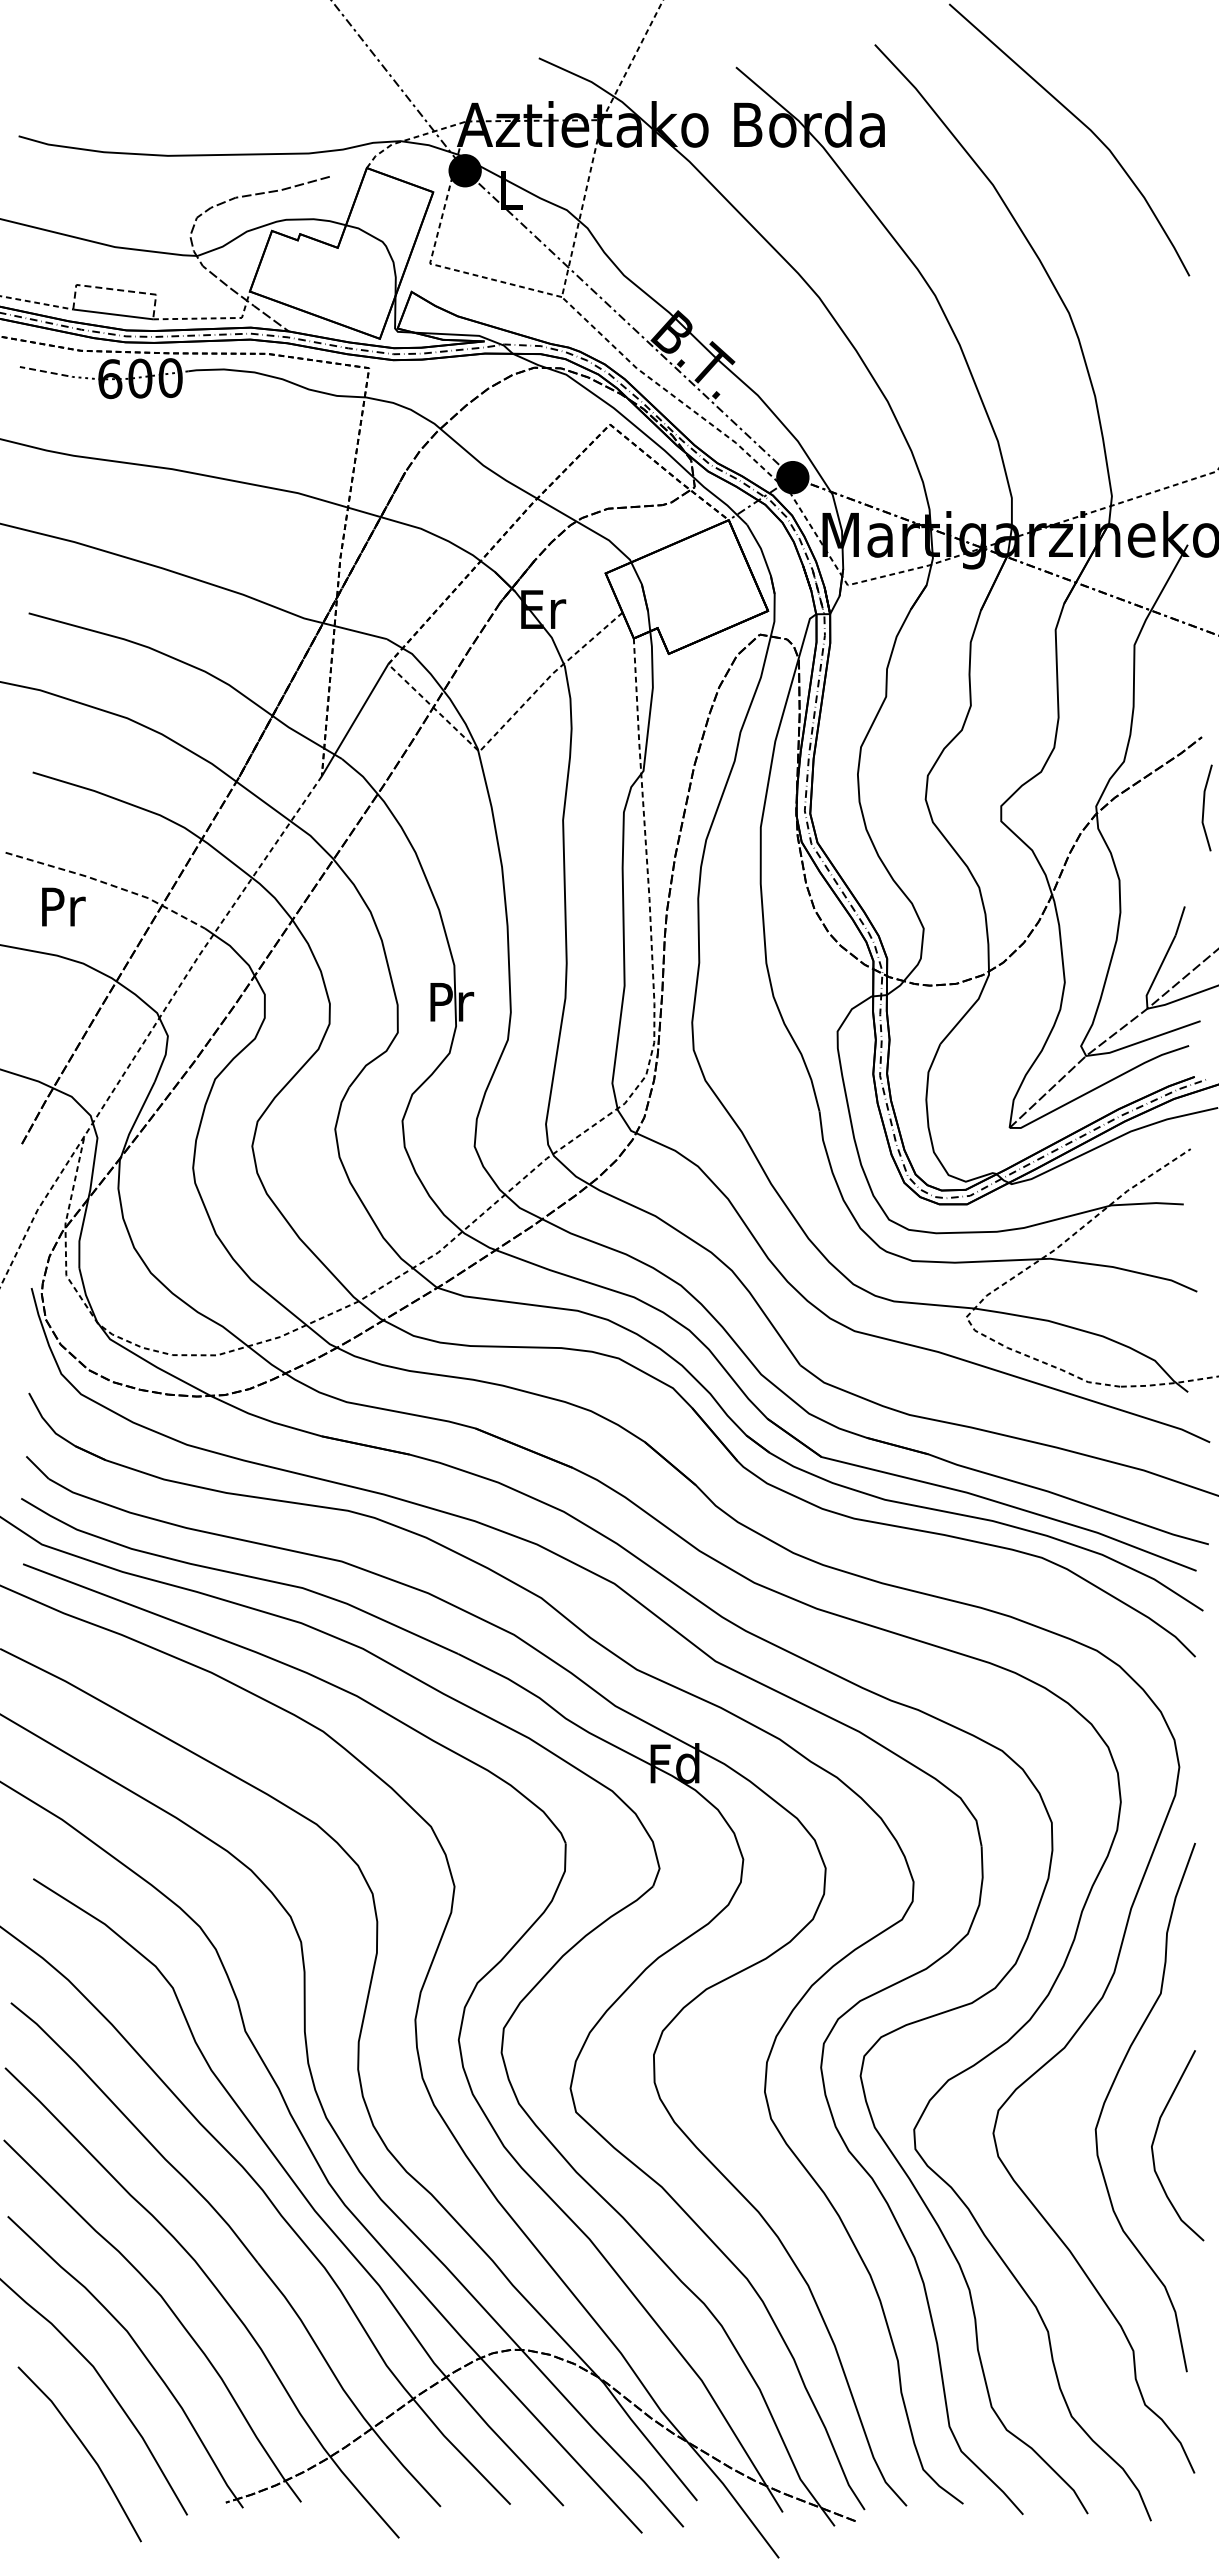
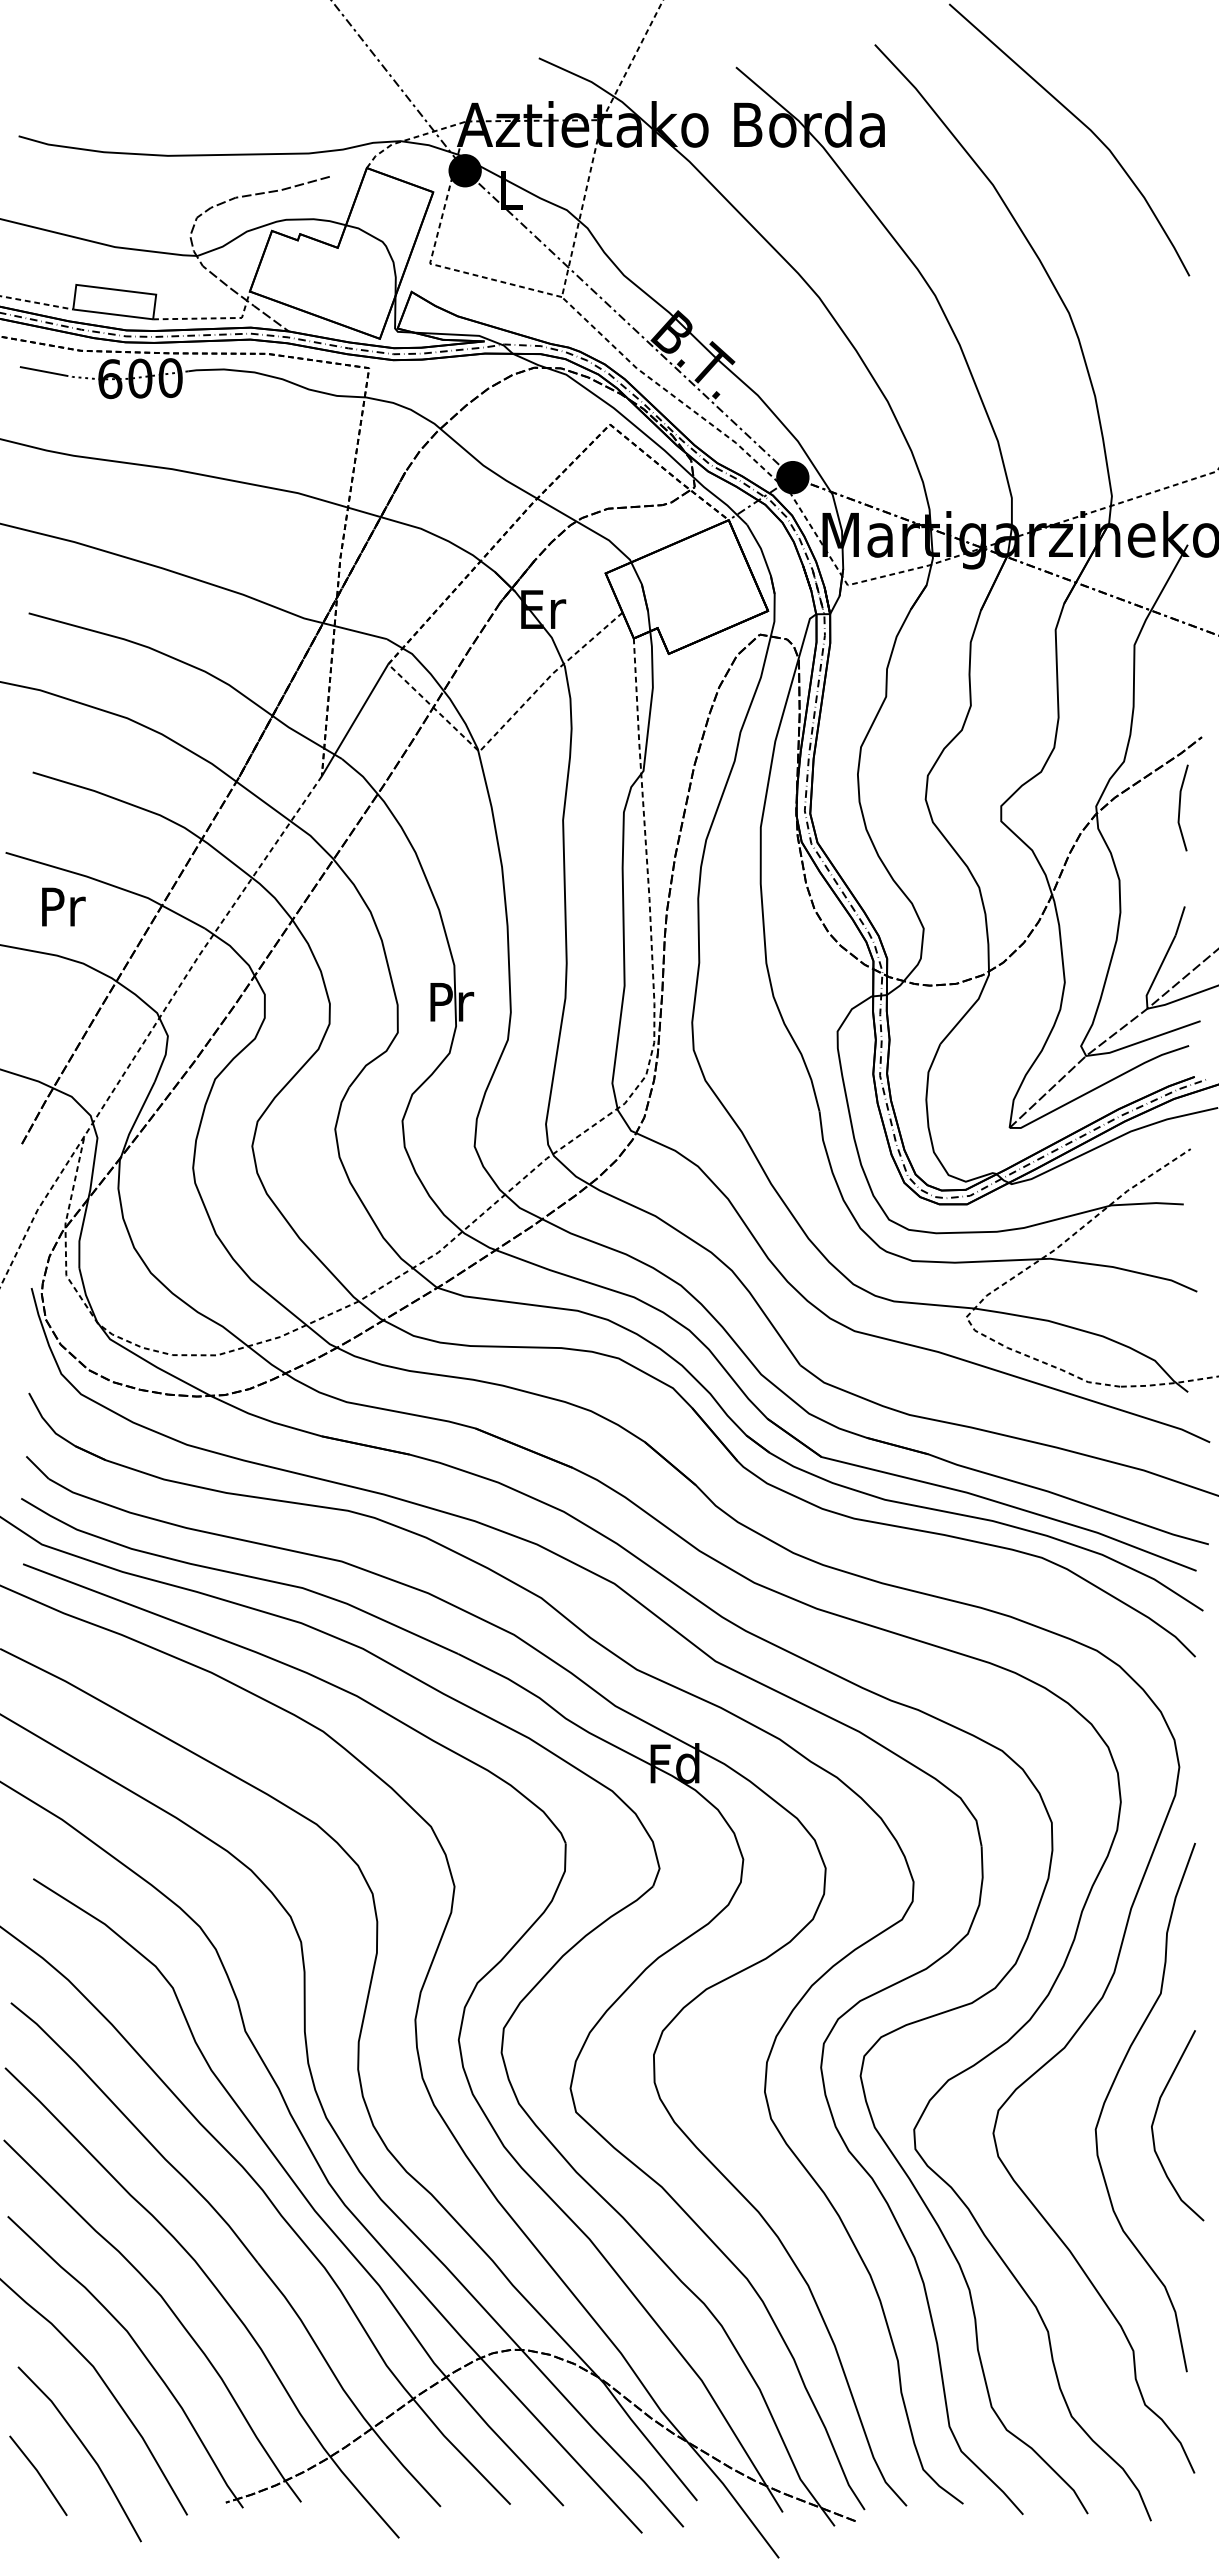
line at (116, 289): dashed -> solid
line at (44, 371): dashed -> solid
line at (1204, 807) position: (1204, 807) -> (1180, 807)
line at (108, 884): dashed -> solid
curve at (1155, 2138) position: (1155, 2138) -> (1155, 2118)
line at (38, 2474): none -> present
